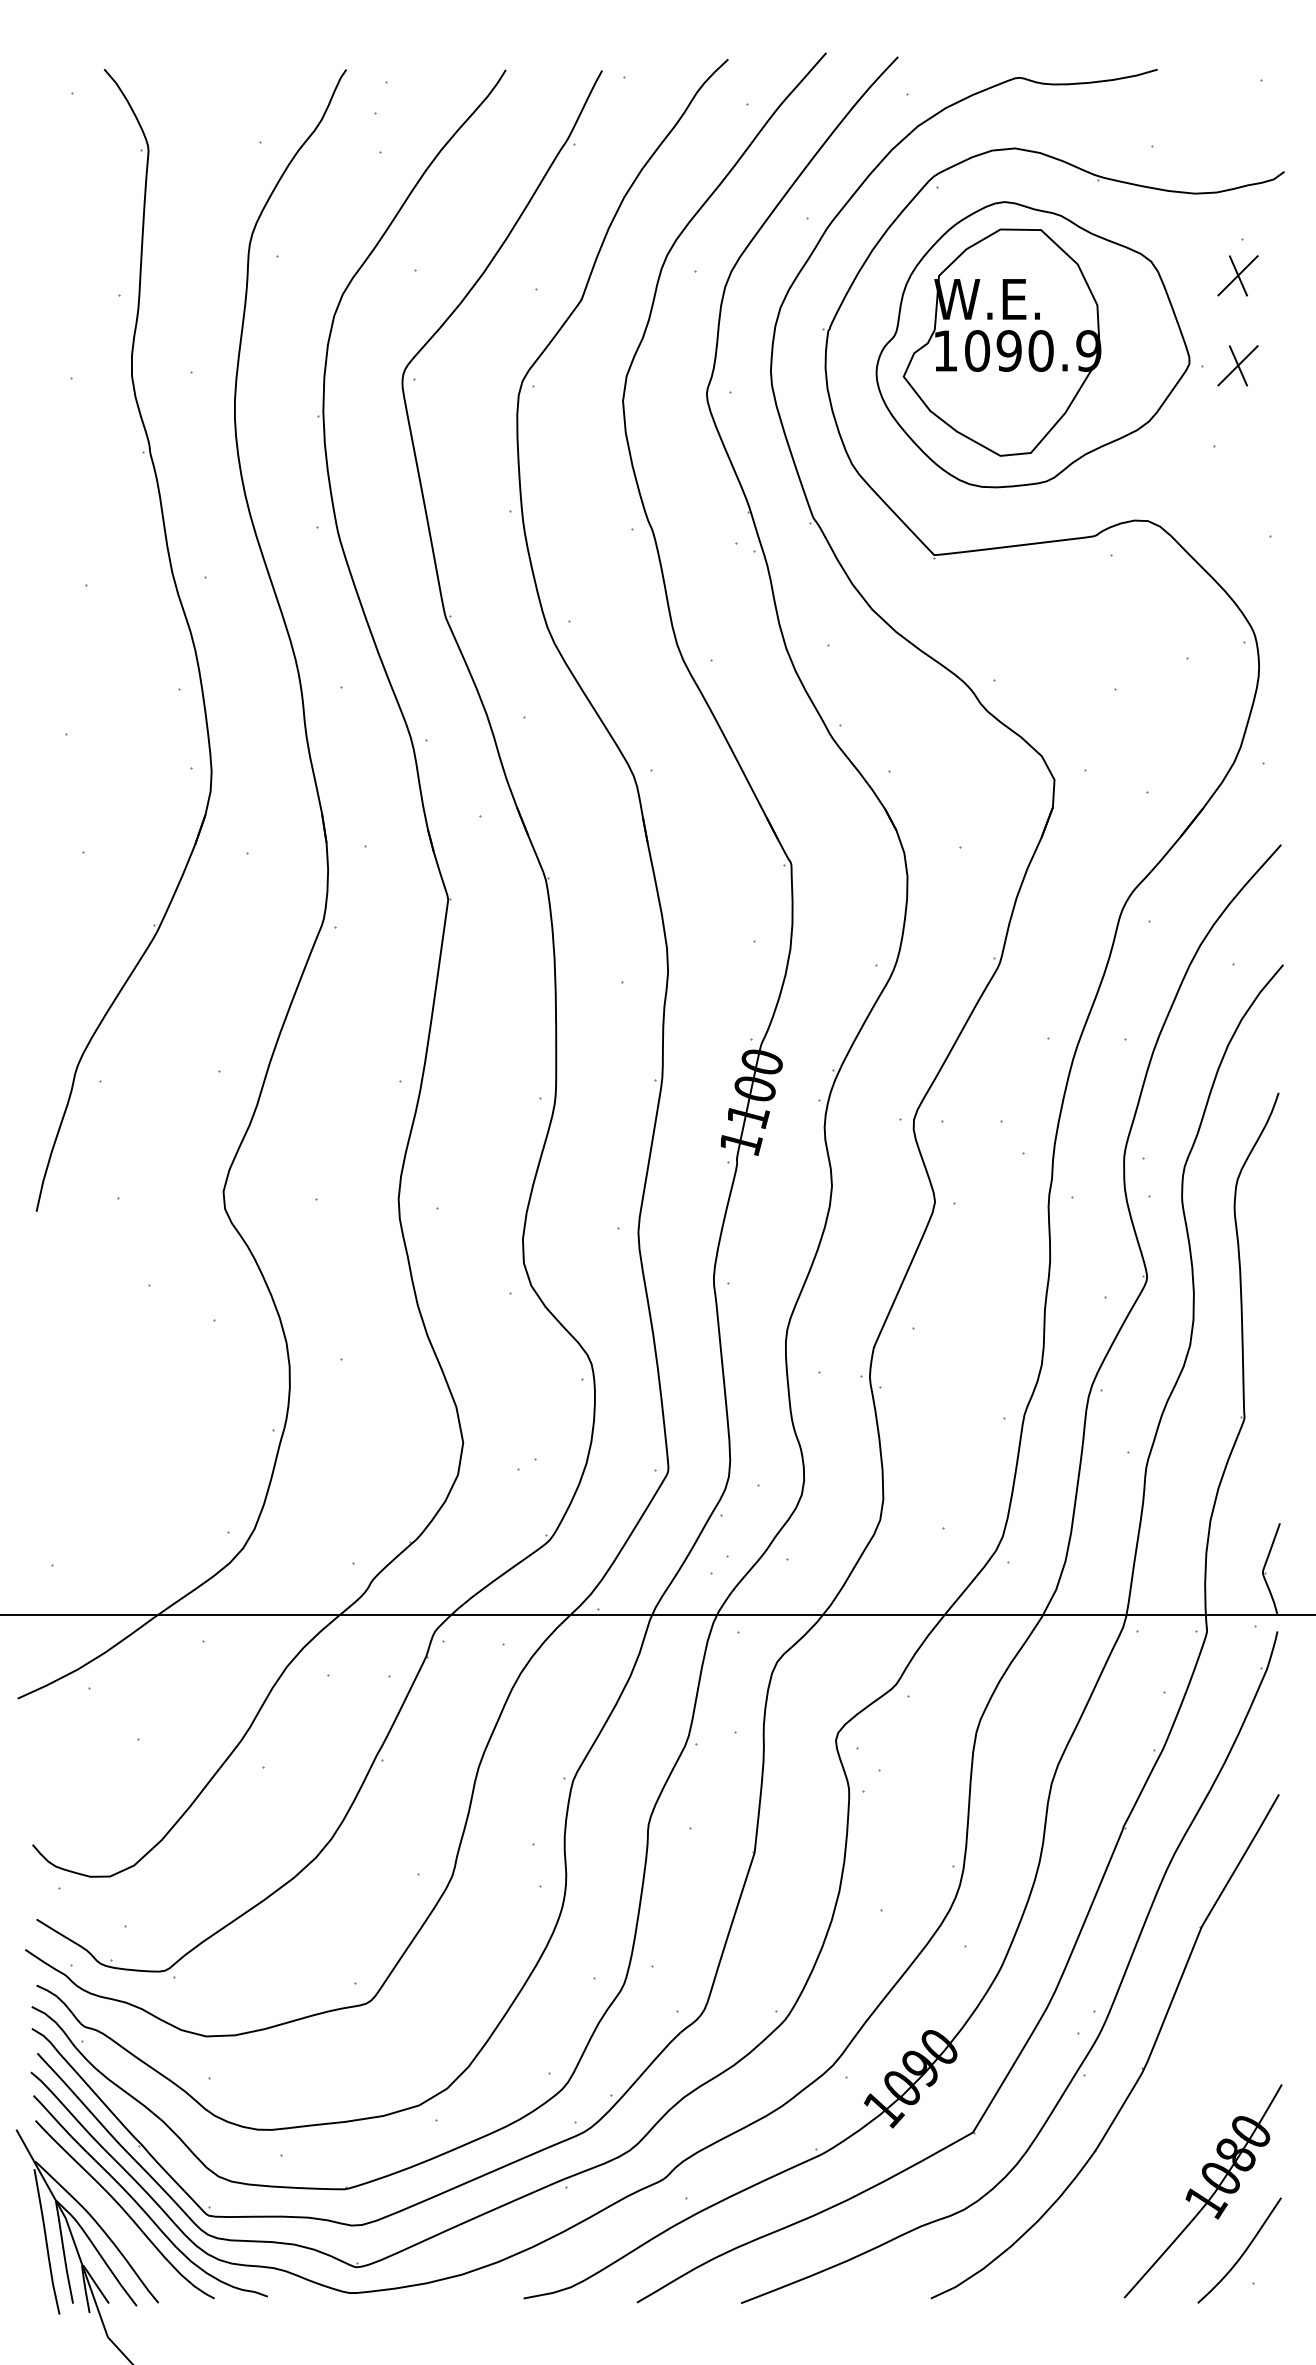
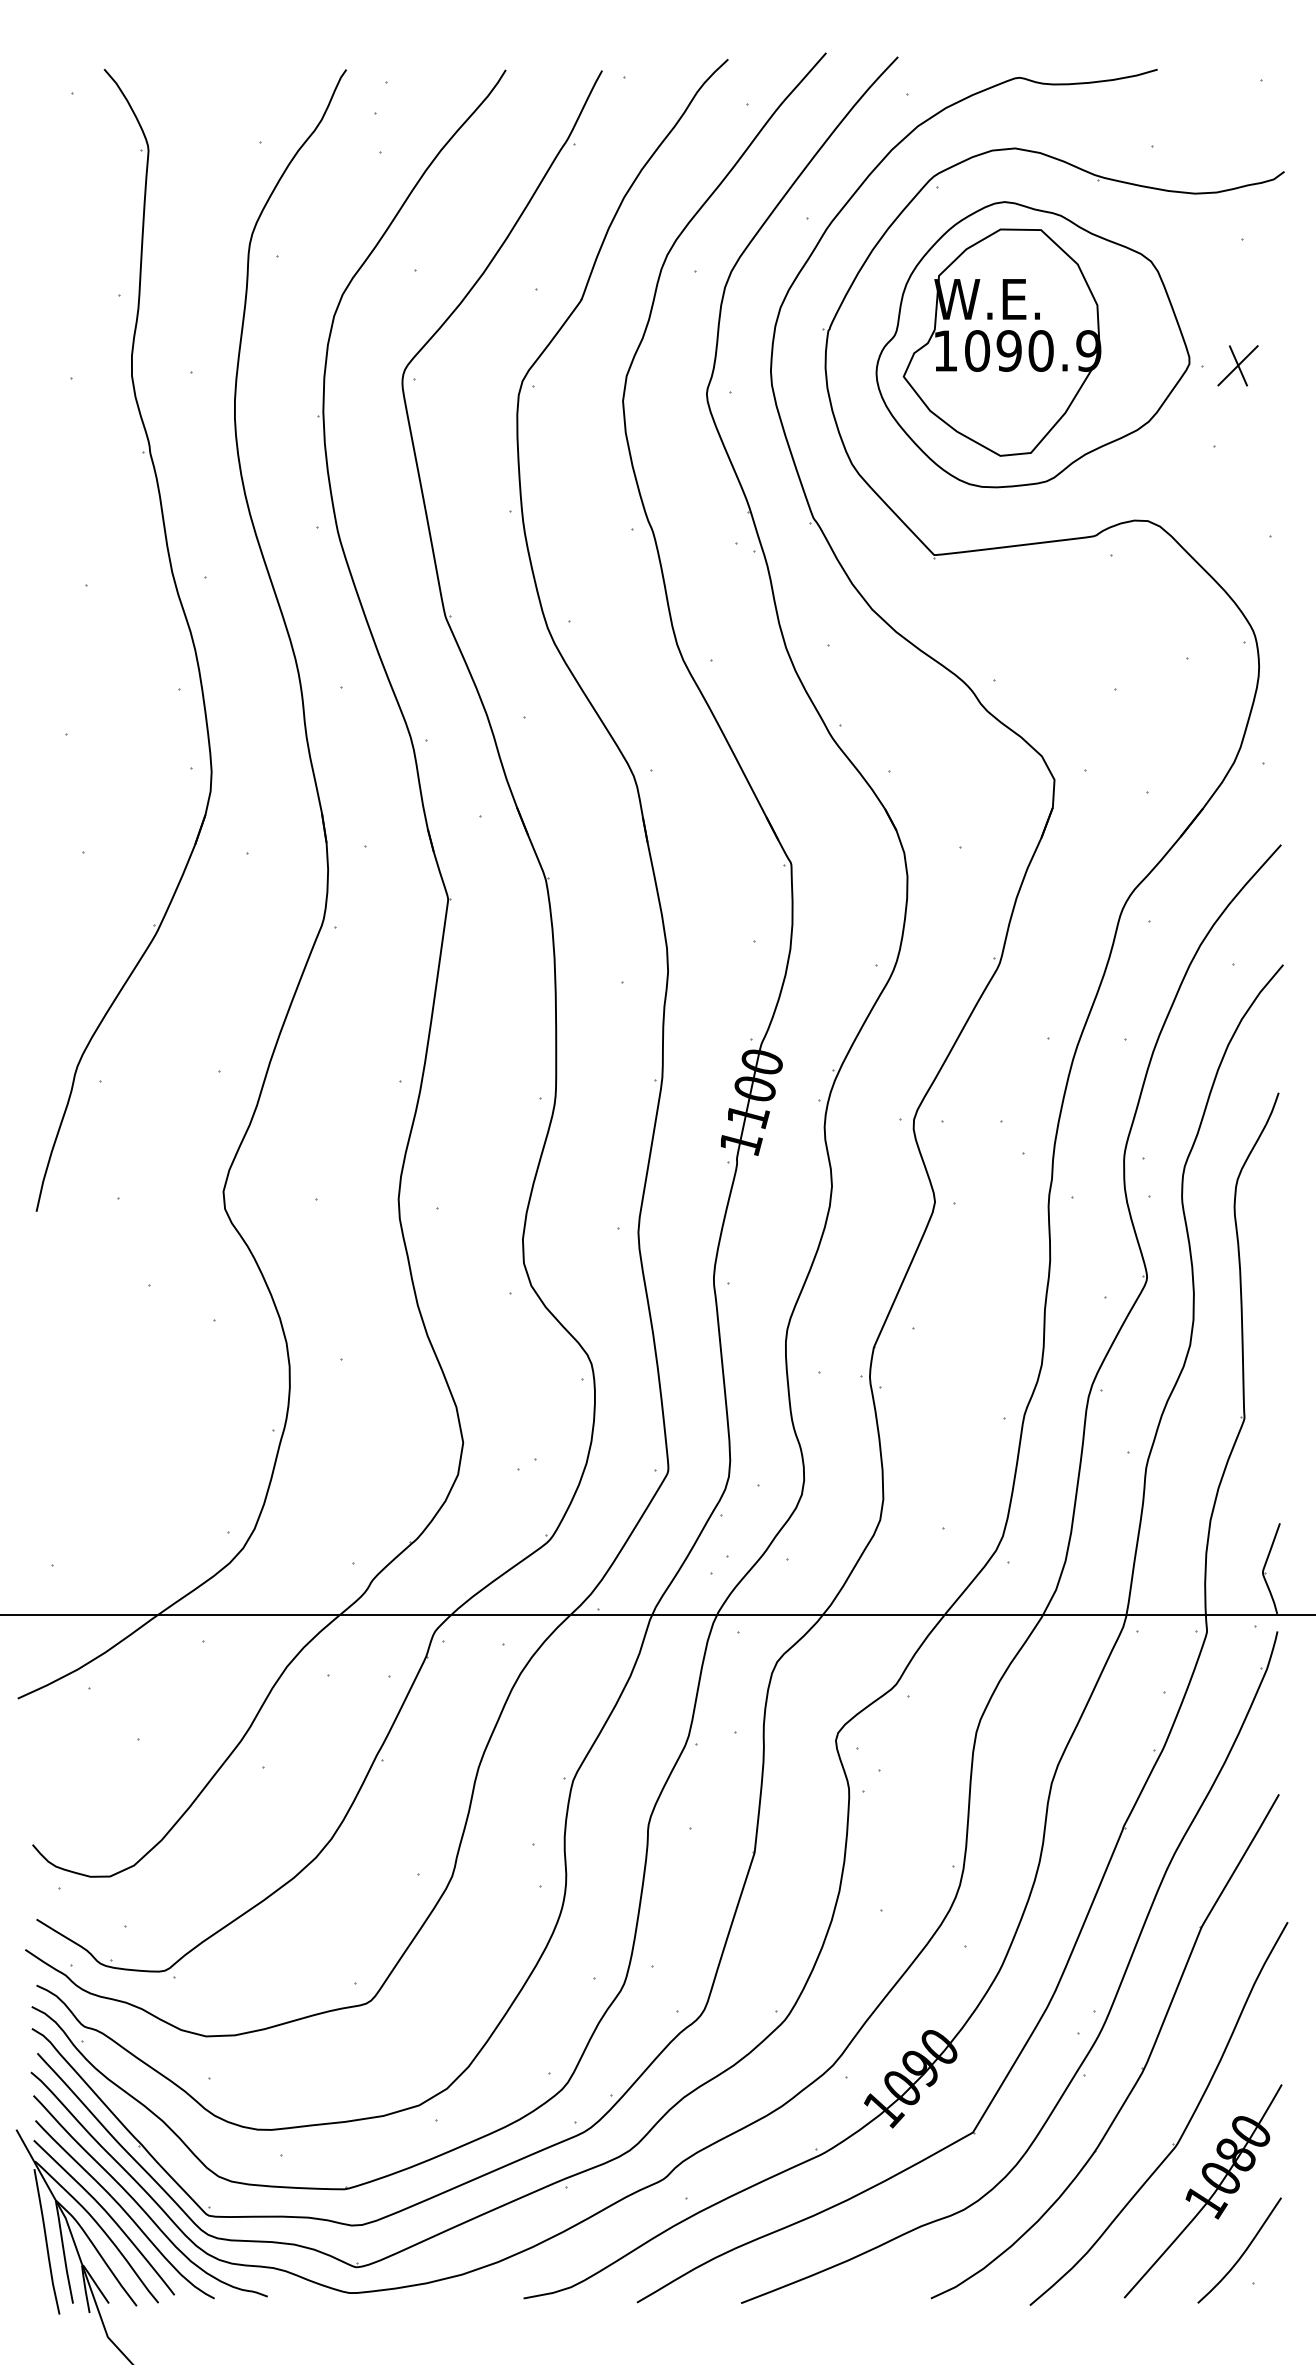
part at (1237, 275): present -> none
part at (1185, 2126): none -> present
curve at (107, 2214): none -> present
